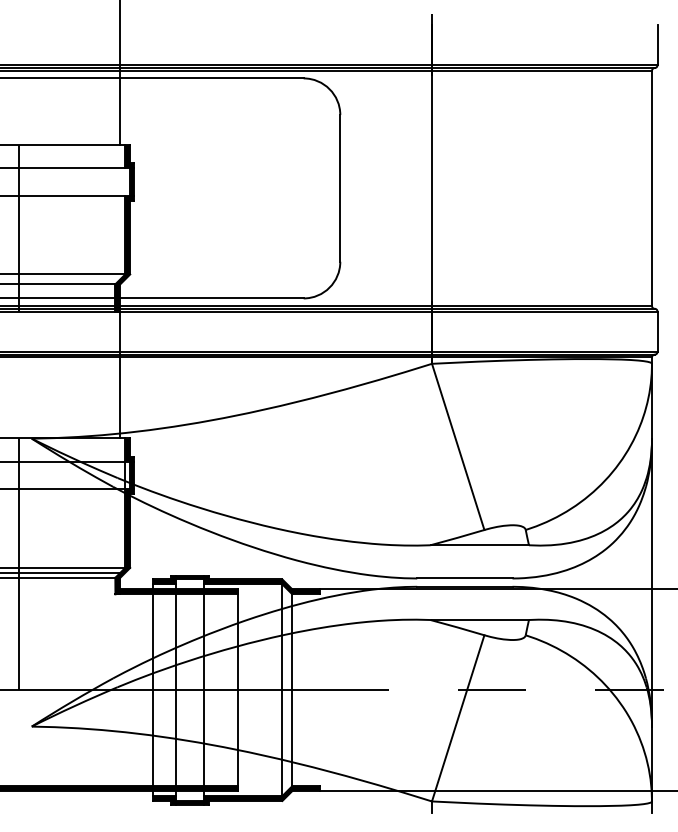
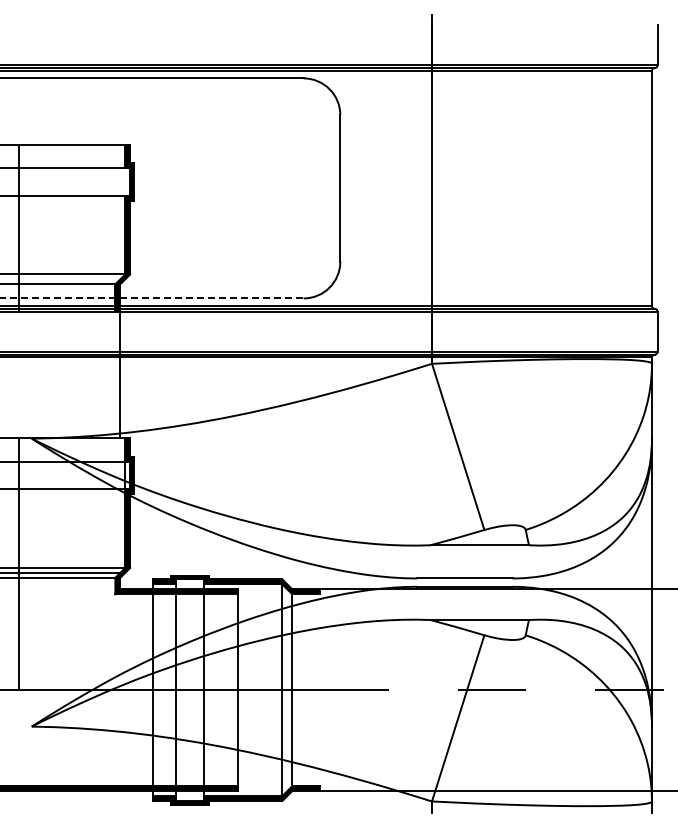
line at (120, 73): present -> none
line at (152, 298): solid -> dashed
